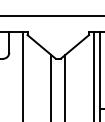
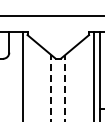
line at (51, 87): solid -> dashed
line at (65, 87): solid -> dashed
